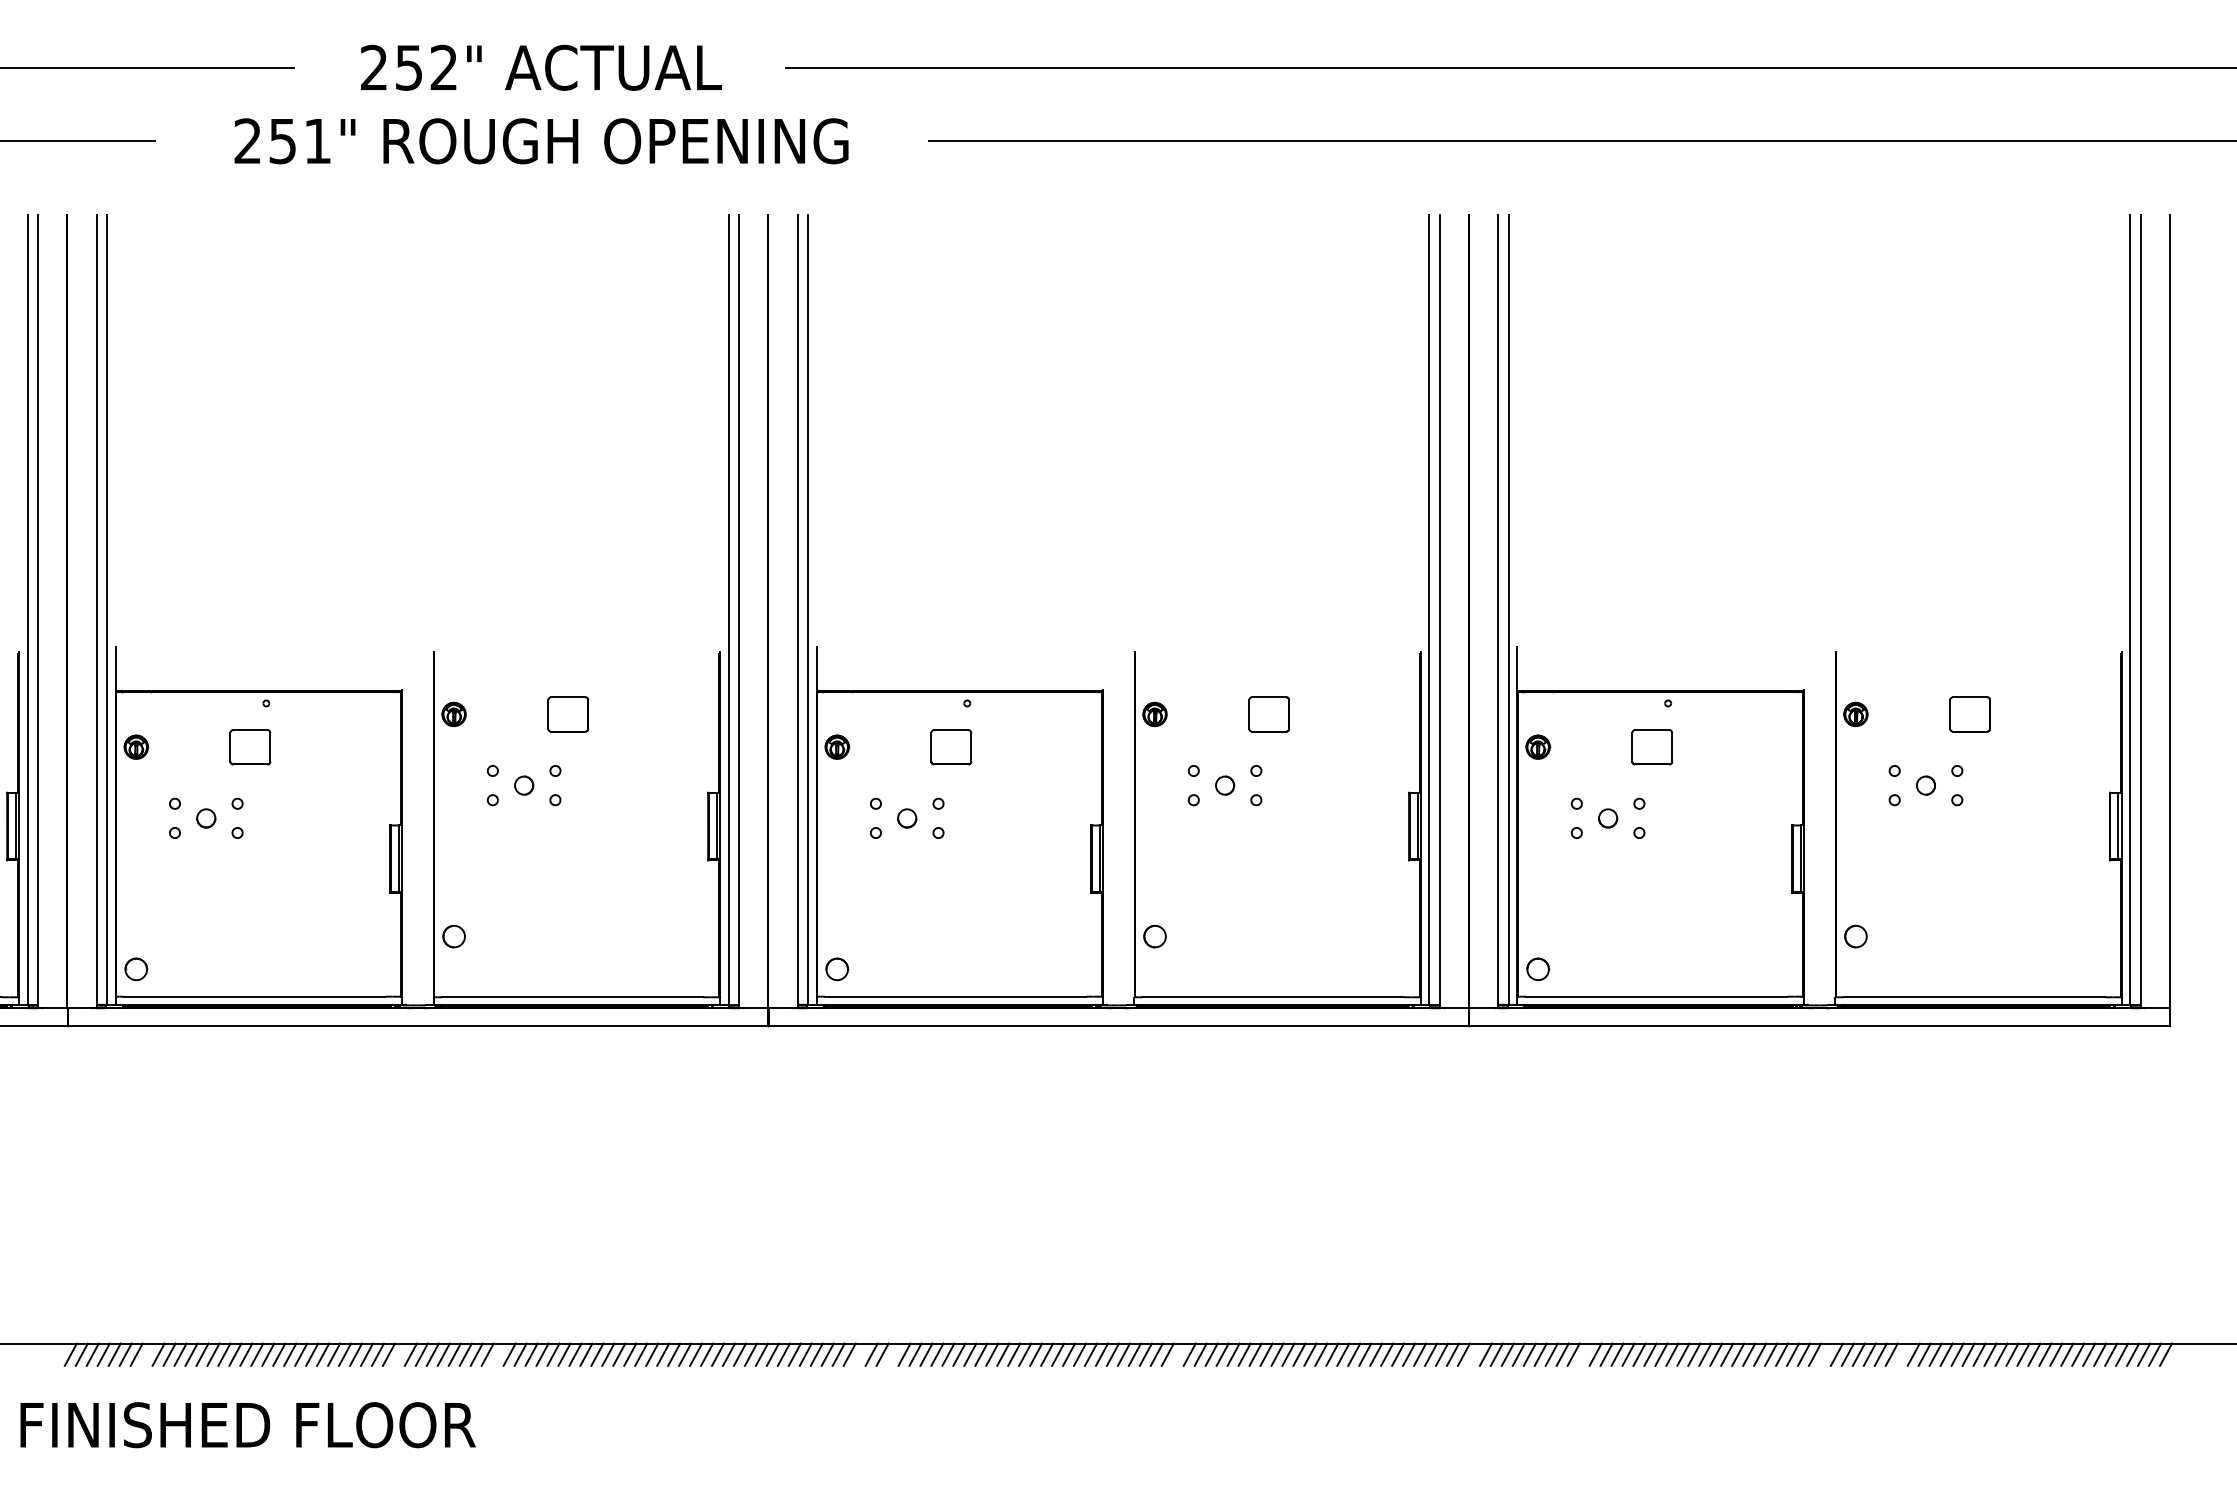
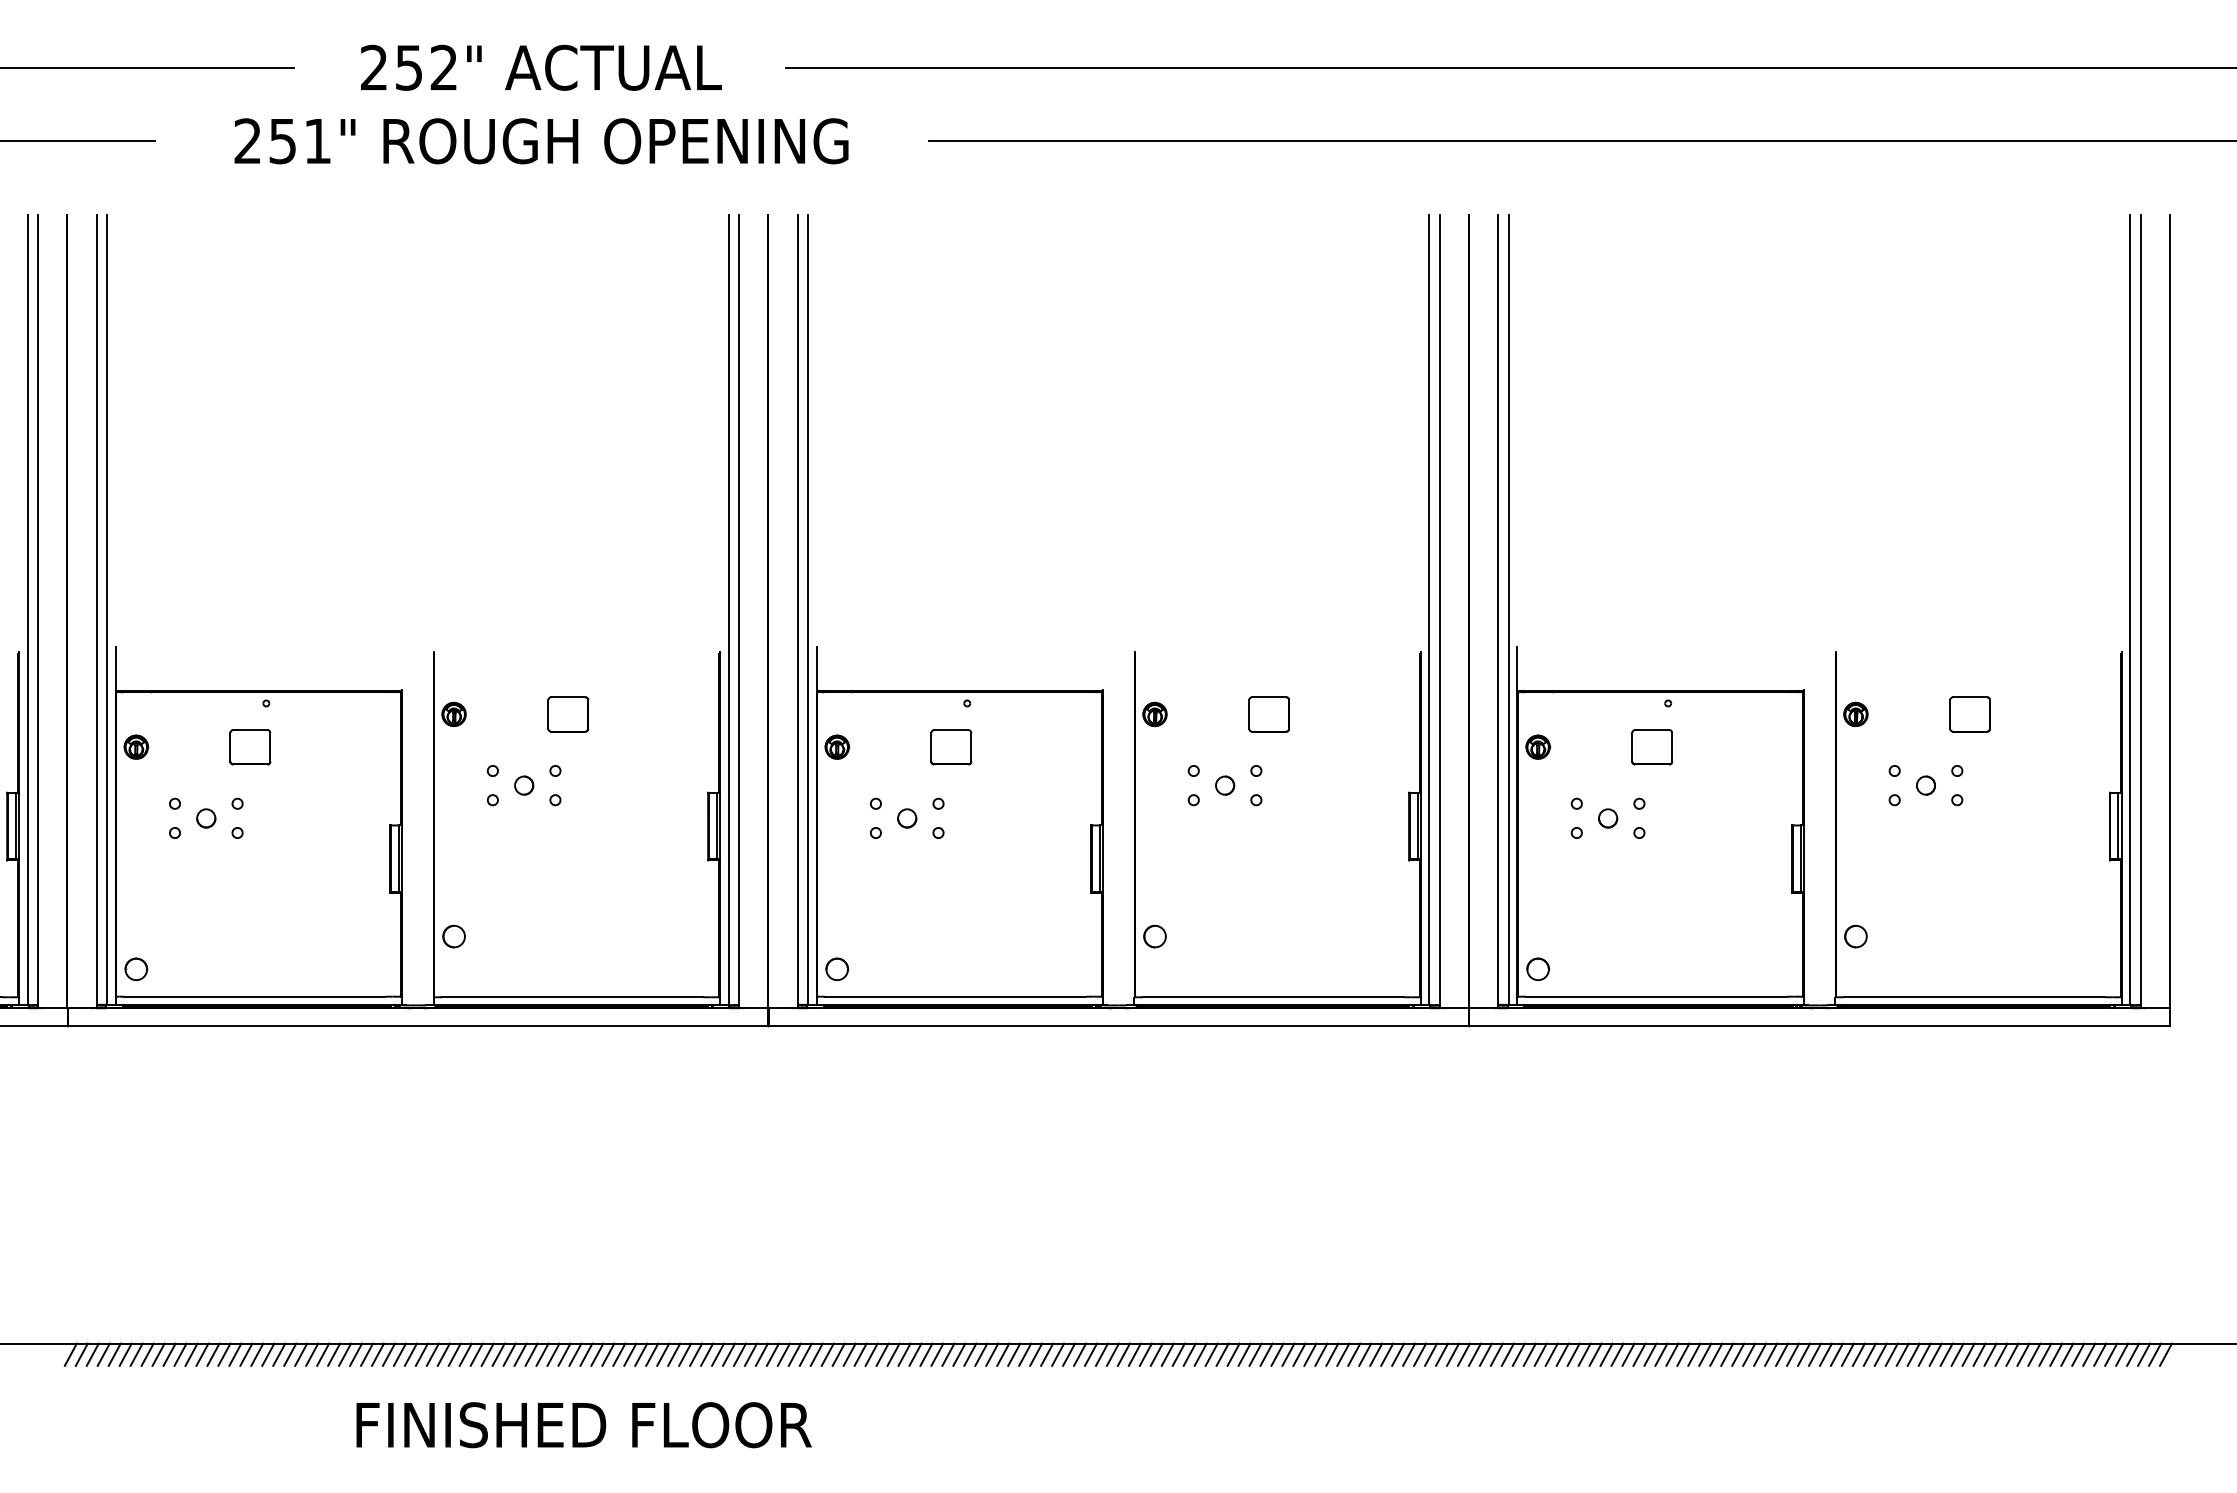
line at (147, 1354): none -> present
line at (399, 1354): none -> present
line at (498, 1354): none -> present
line at (860, 1354): none -> present
line at (893, 1354): none -> present
line at (1178, 1354): none -> present
line at (1474, 1354): none -> present
line at (1584, 1354): none -> present
line at (1825, 1354): none -> present
line at (1902, 1354): none -> present
text at (247, 1425) position: (247, 1425) -> (583, 1425)
